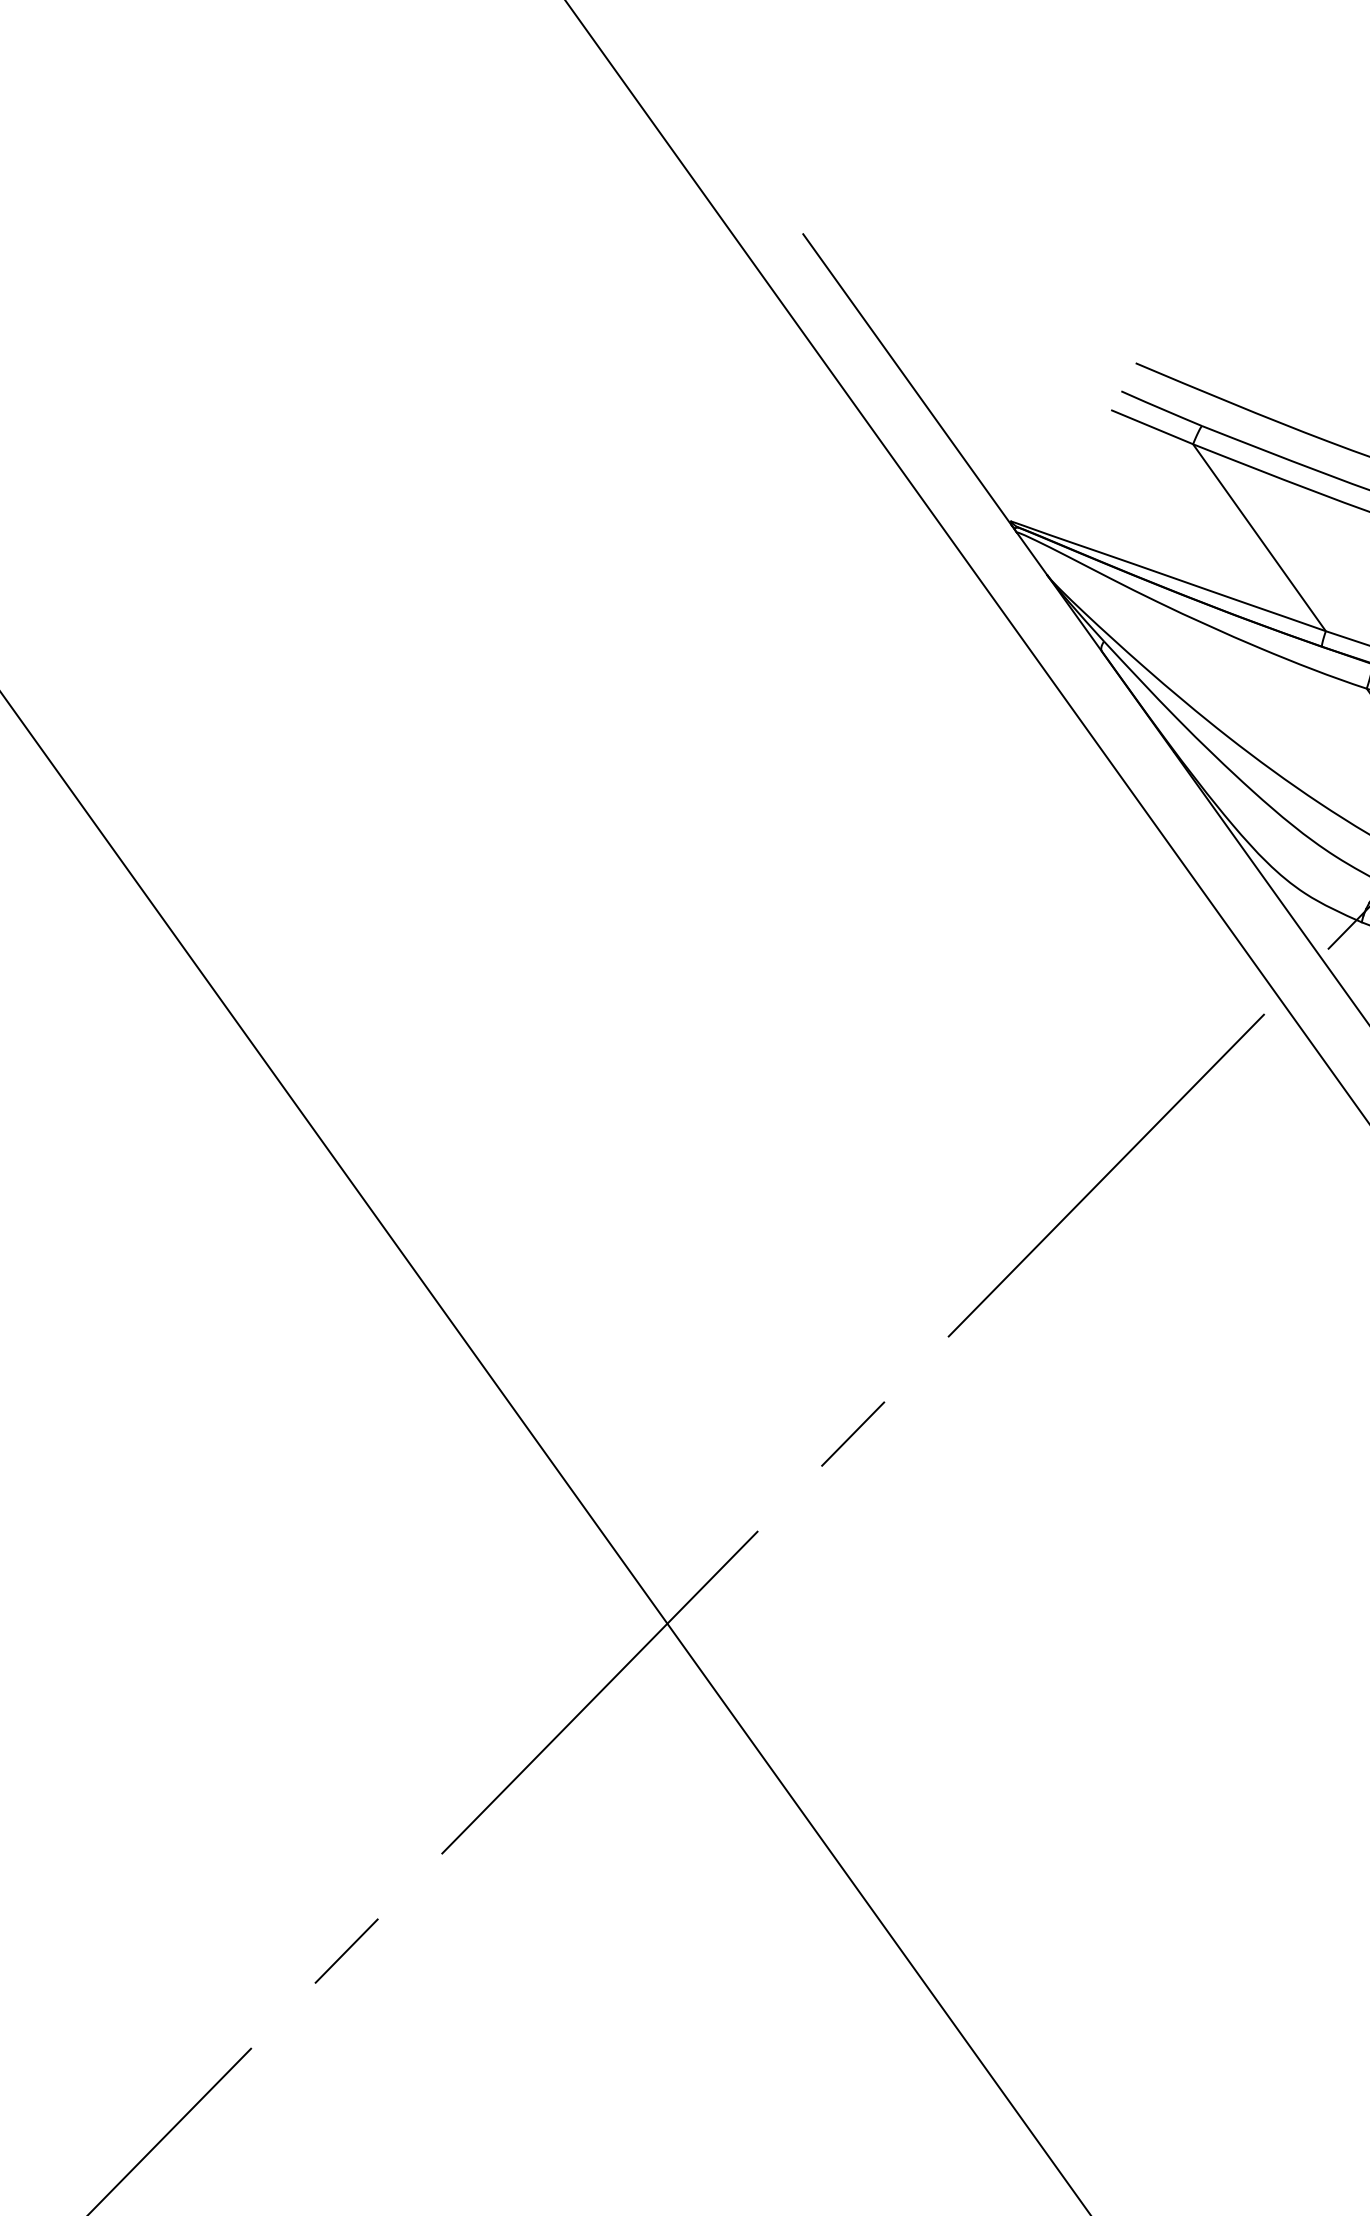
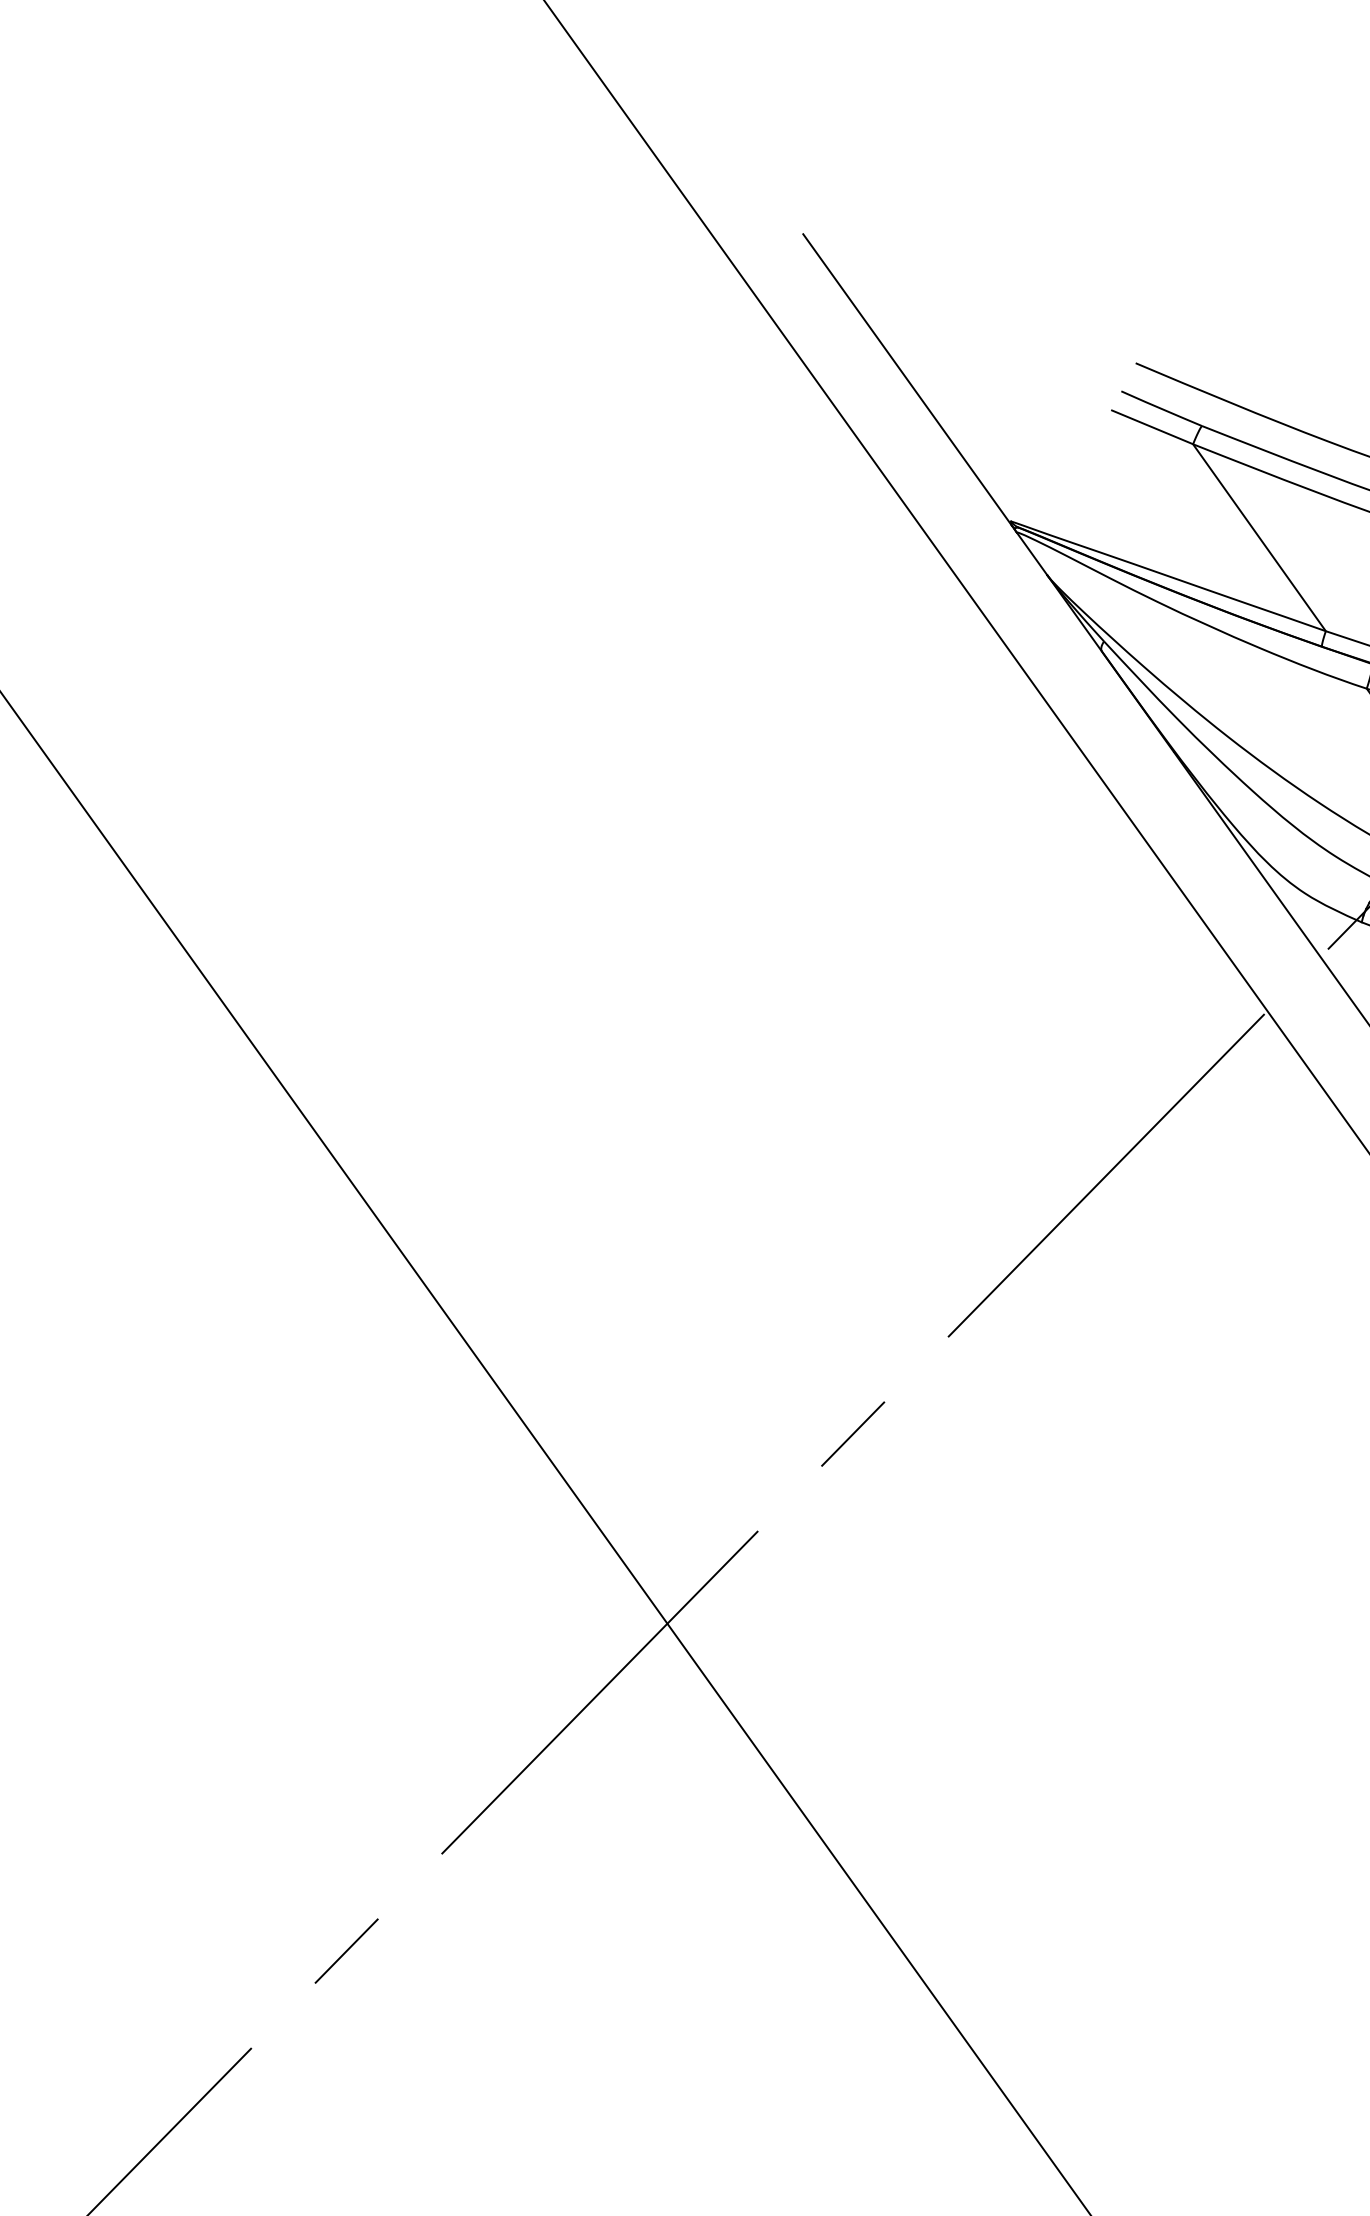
line at (966, 561) position: (966, 561) -> (955, 575)
